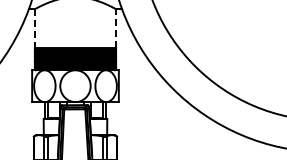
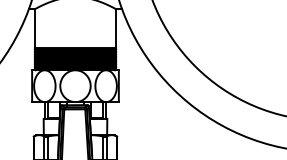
line at (115, 27): dashed -> solid
line at (35, 28): dashed -> solid
